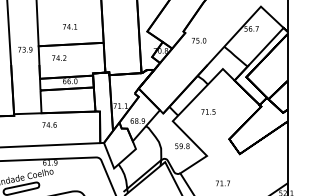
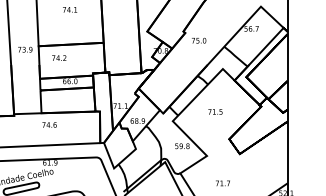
part at (70, 26) position: (70, 26) -> (70, 9)
part at (208, 111) position: (208, 111) -> (215, 111)
